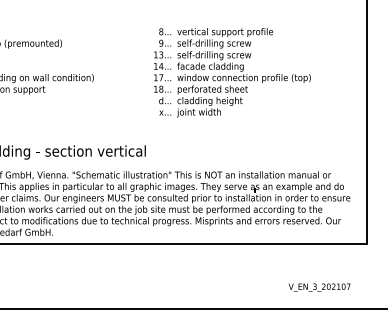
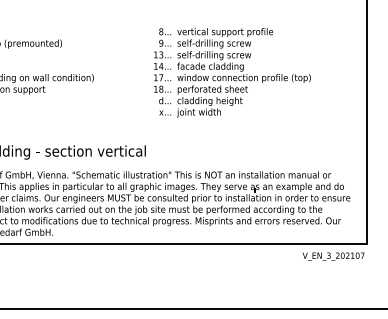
text at (319, 287) position: (319, 287) -> (333, 256)
